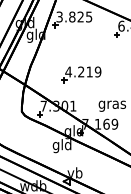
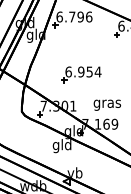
text at (74, 16): 3.825 -> 6.796
text at (83, 71): 4.219 -> 6.954
text at (112, 105) position: (112, 105) -> (107, 104)
